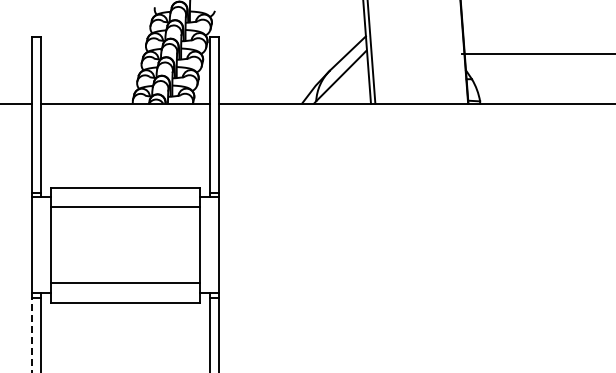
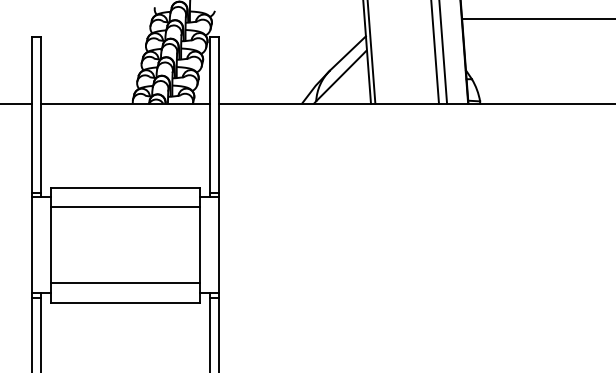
line at (434, 52): none -> present
line at (443, 52): none -> present
line at (537, 54) position: (537, 54) -> (537, 19)
line at (31, 334): dashed -> solid
